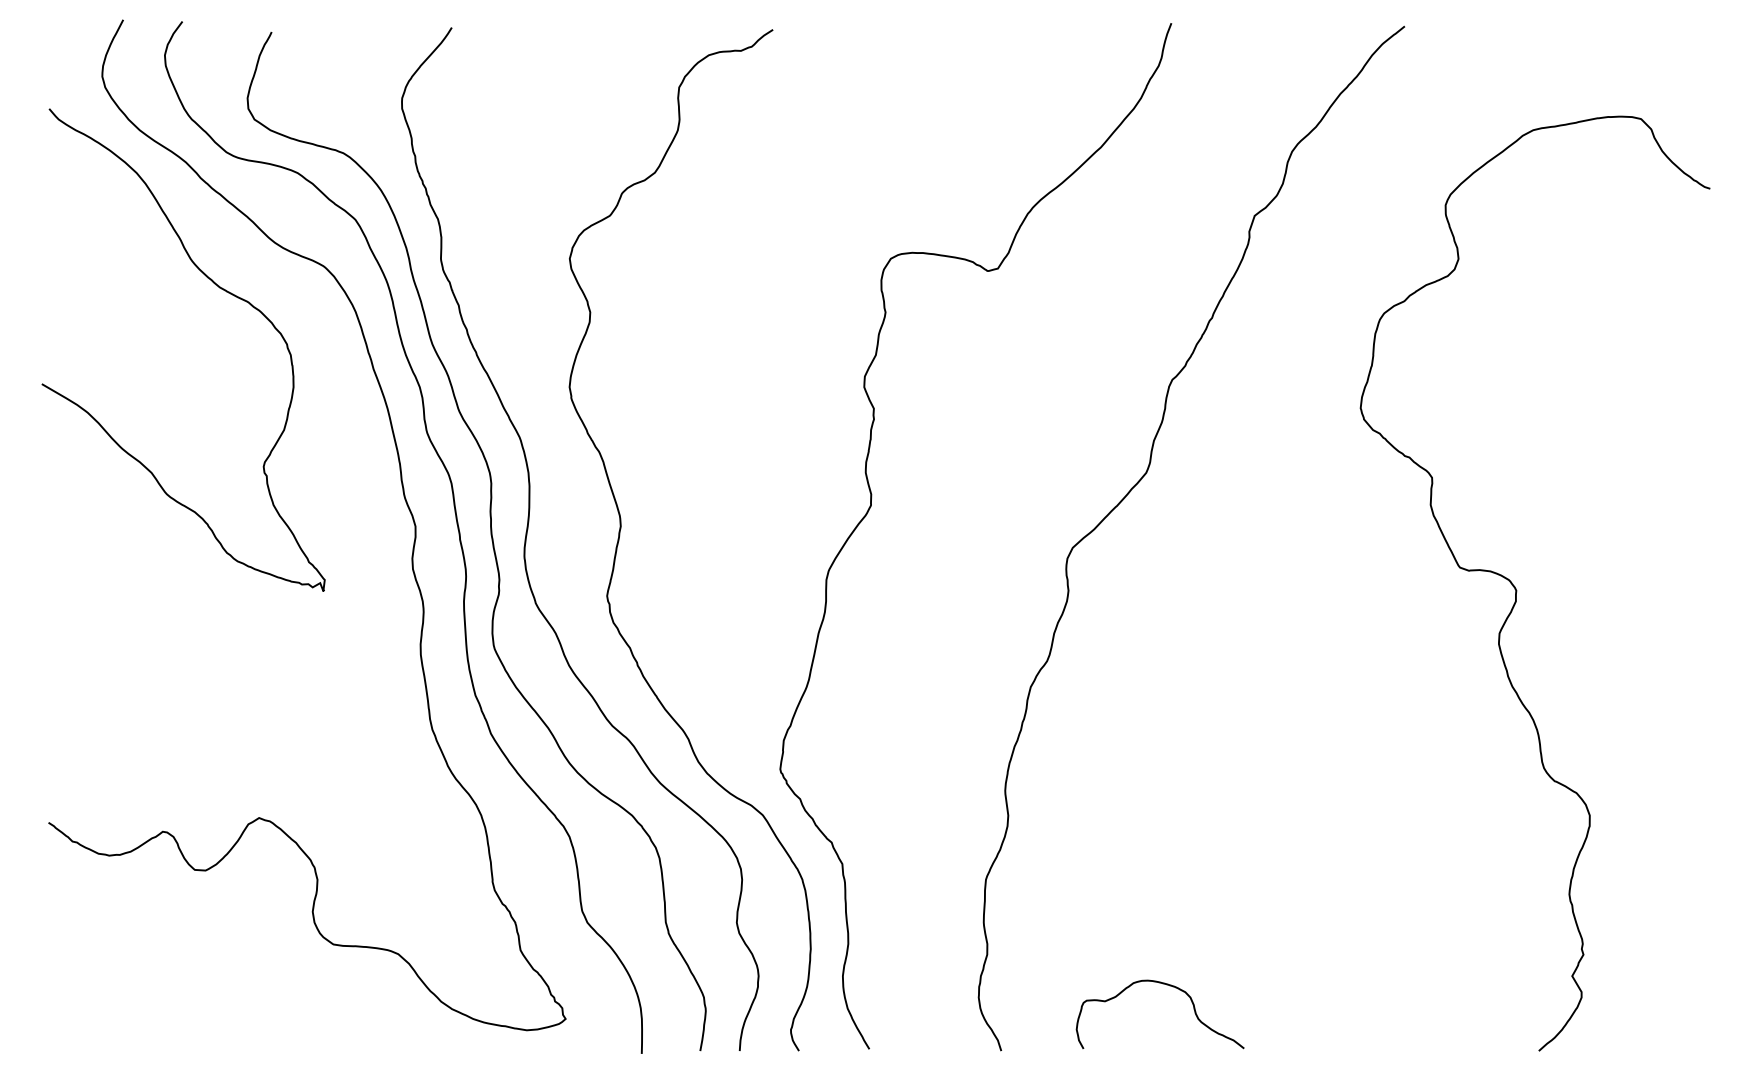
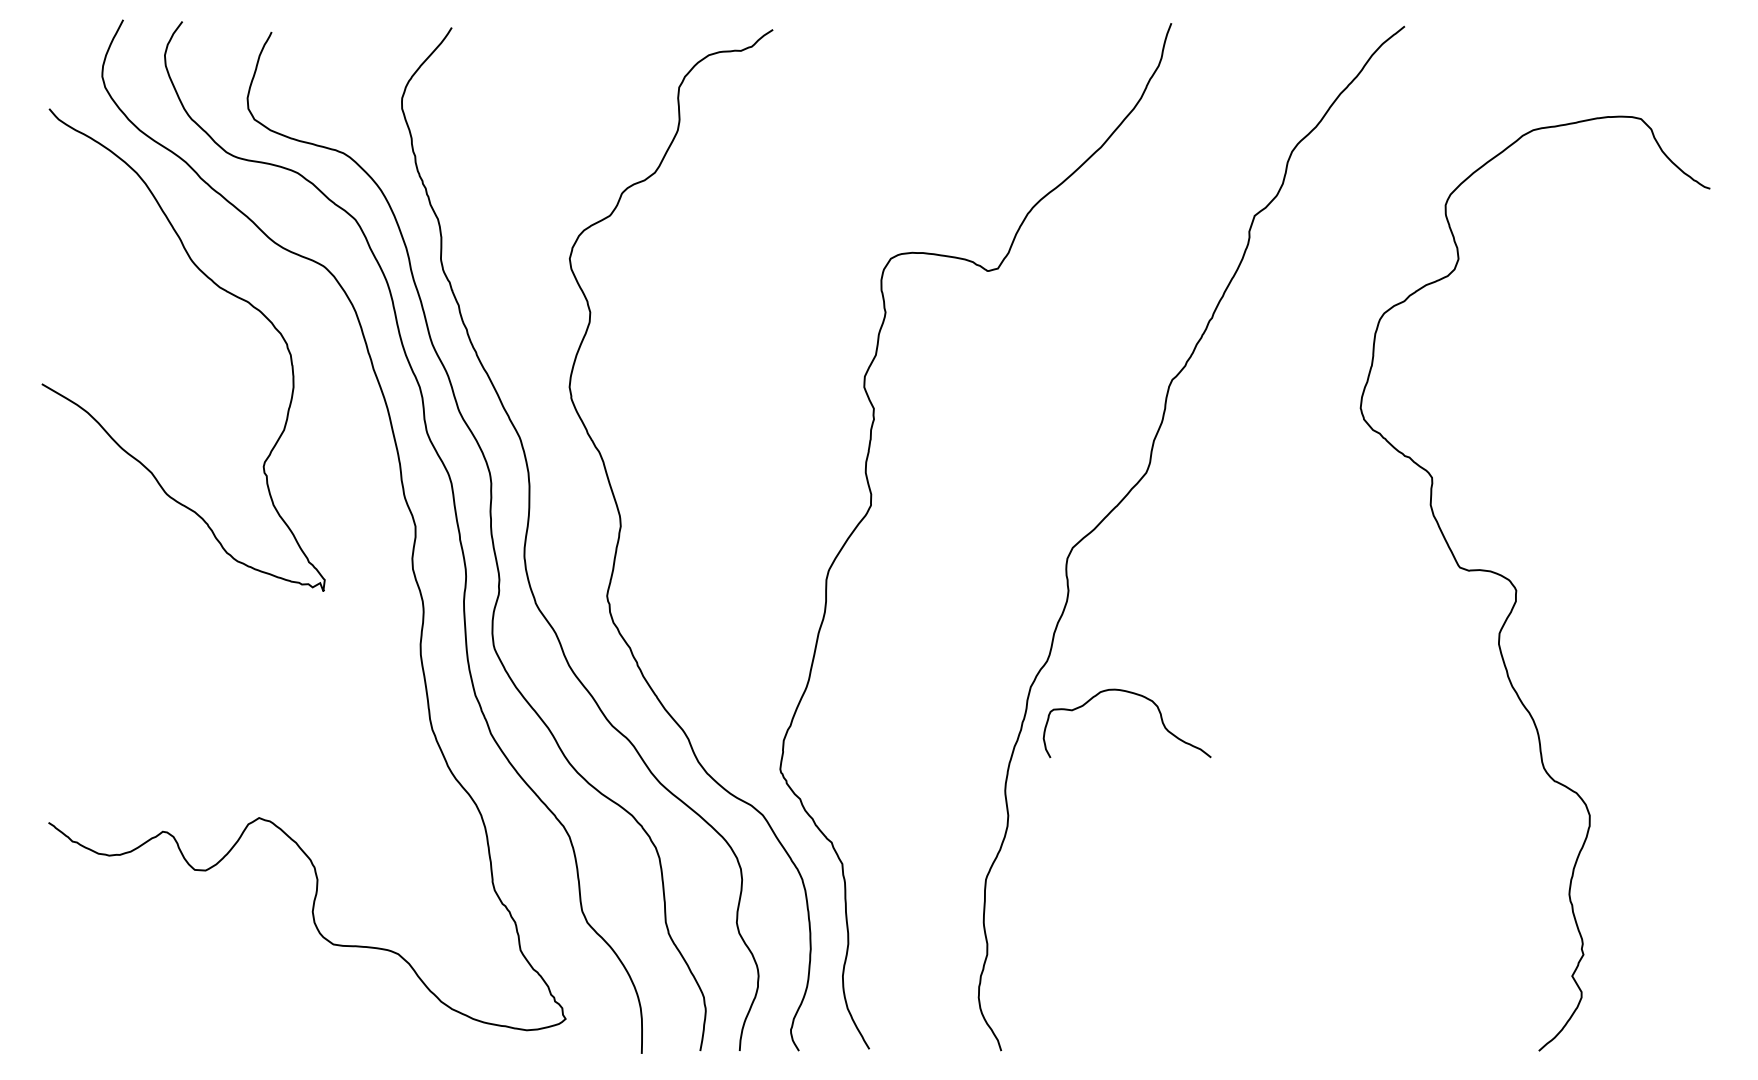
curve at (1169, 986) position: (1169, 986) -> (1136, 695)
